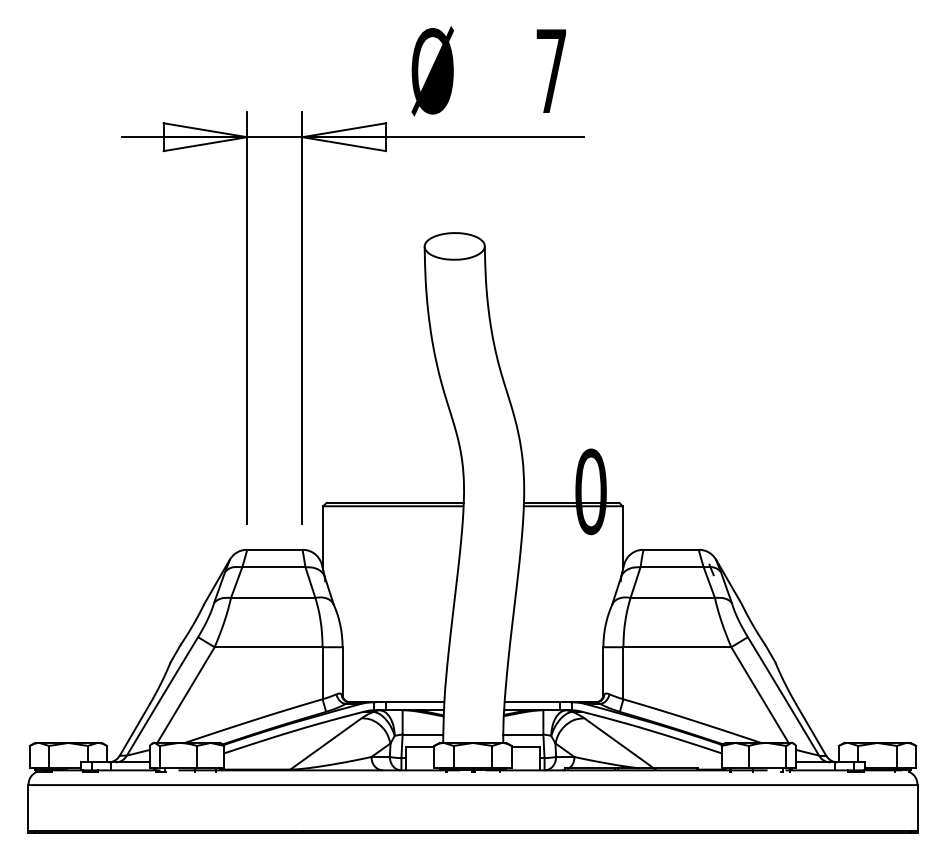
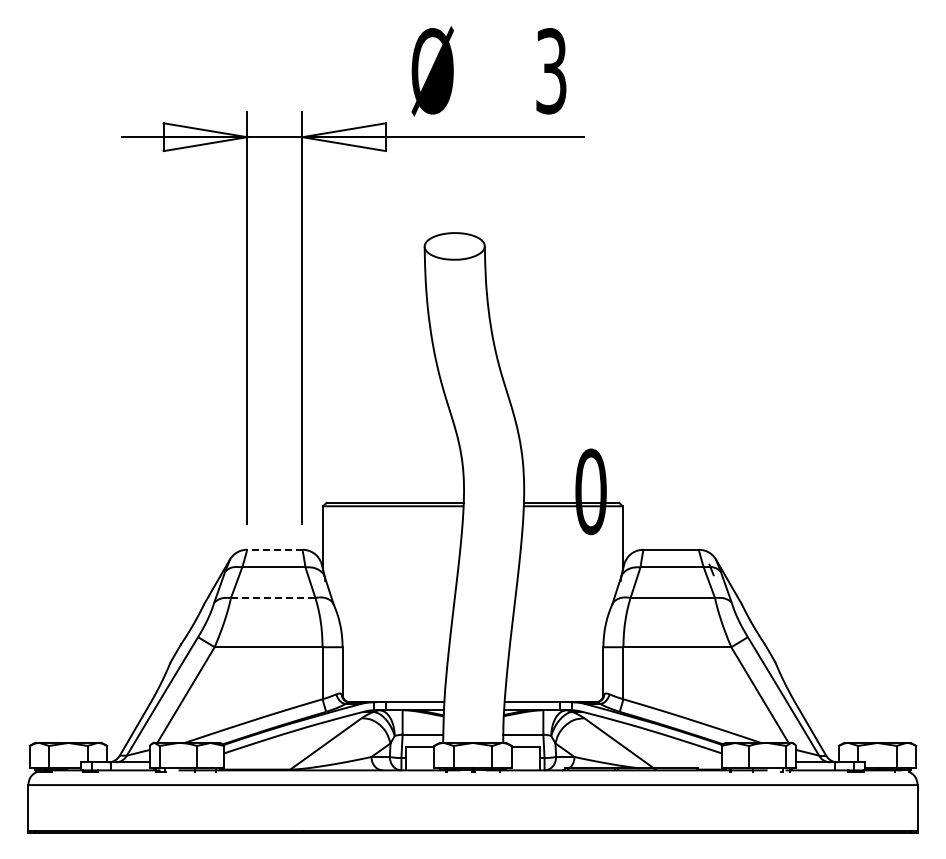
text at (551, 71): 7 -> 3
line at (274, 549): solid -> dashed
line at (272, 597): solid -> dashed
